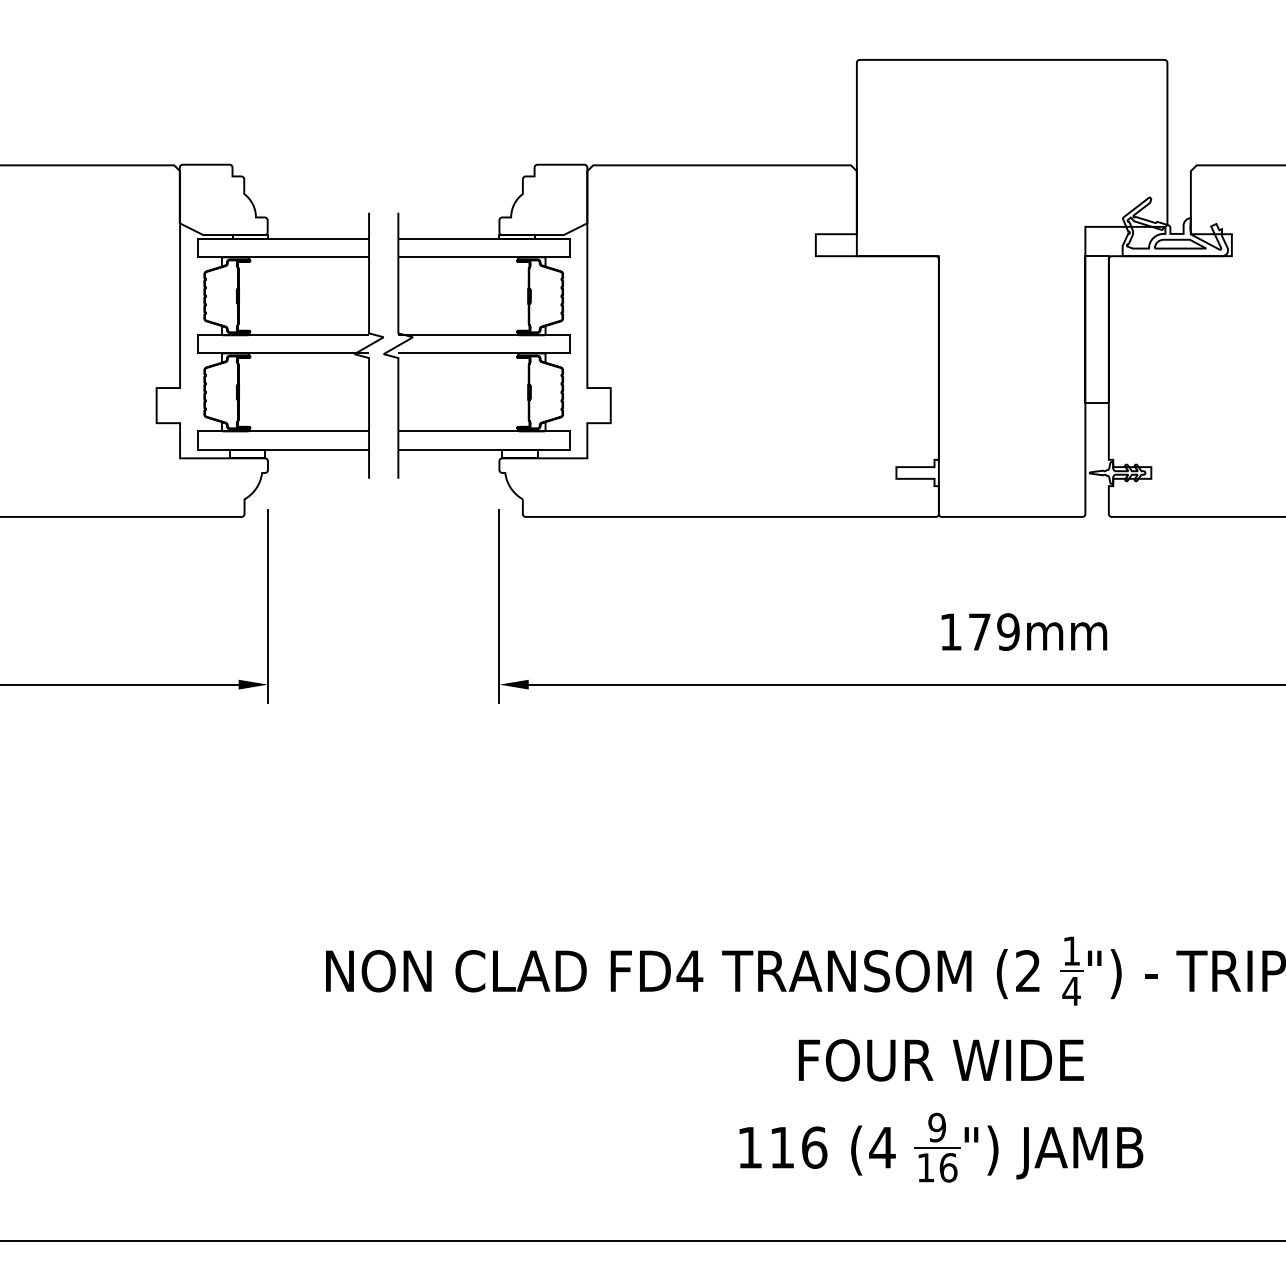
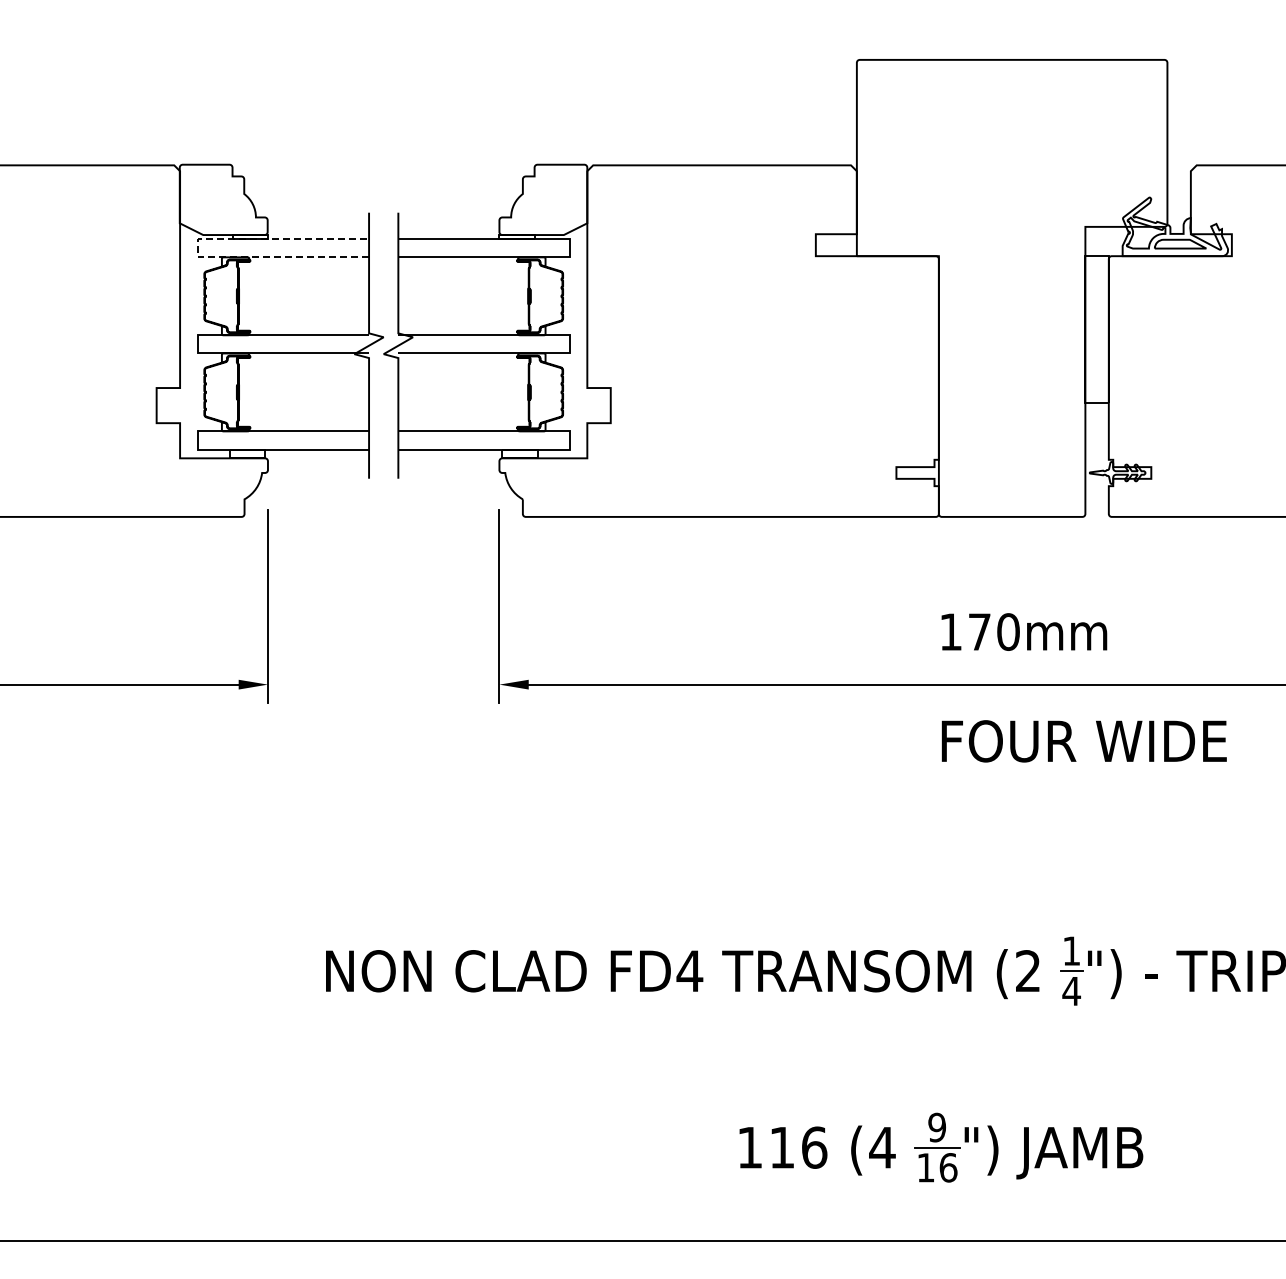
line at (197, 247): solid -> dashed
text at (1008, 631): 179mm -> 170mm
text at (940, 1060) position: (940, 1060) -> (1083, 741)
